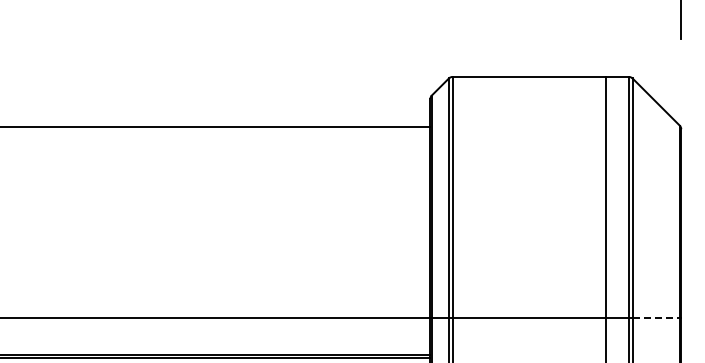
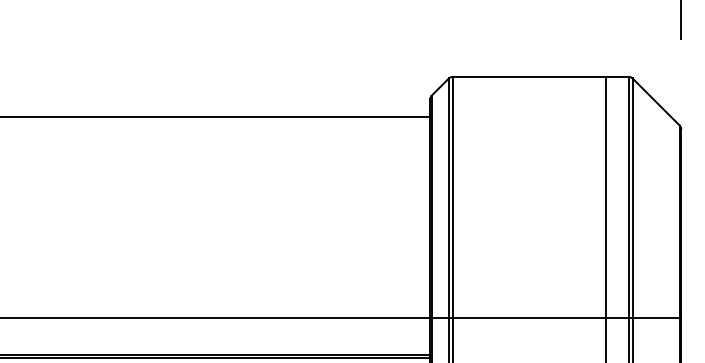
line at (216, 127) position: (216, 127) -> (216, 117)
line at (656, 317): dashed -> solid
